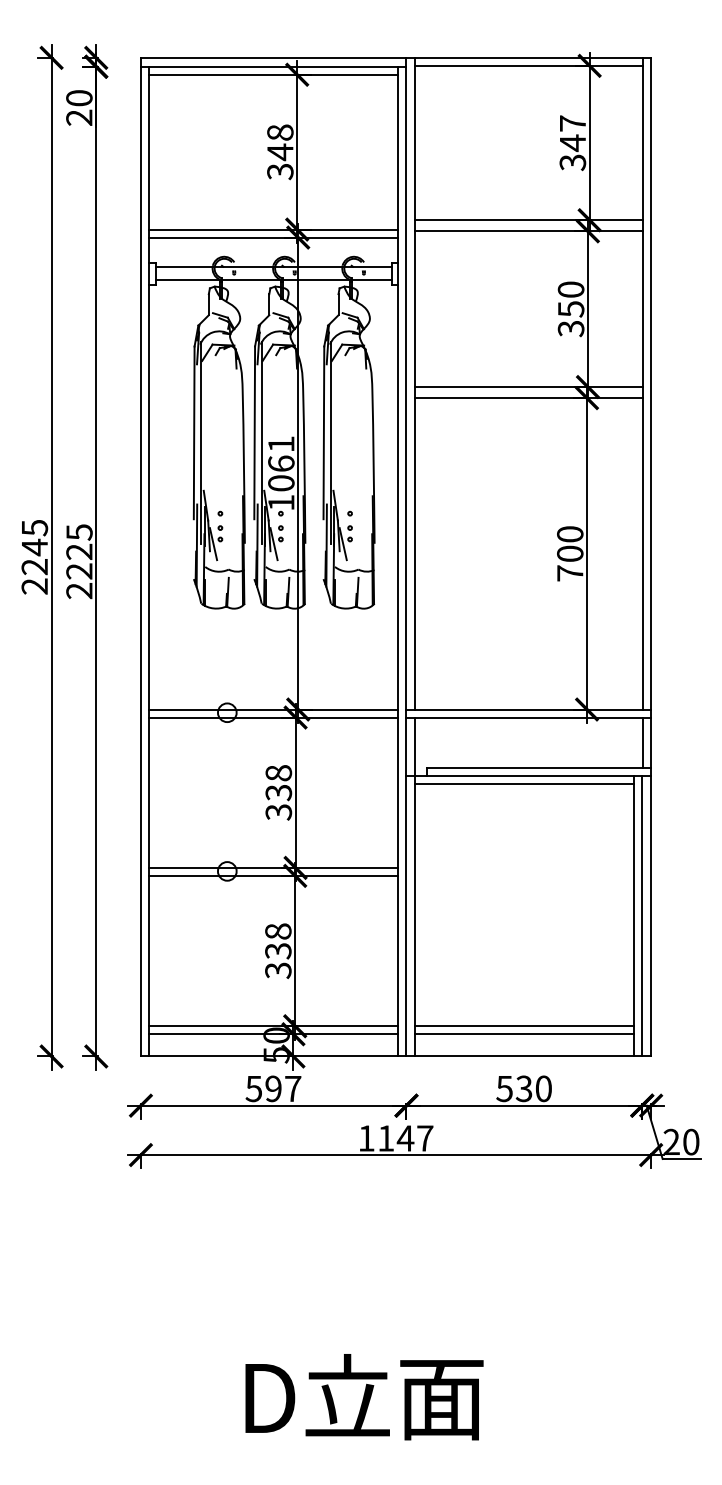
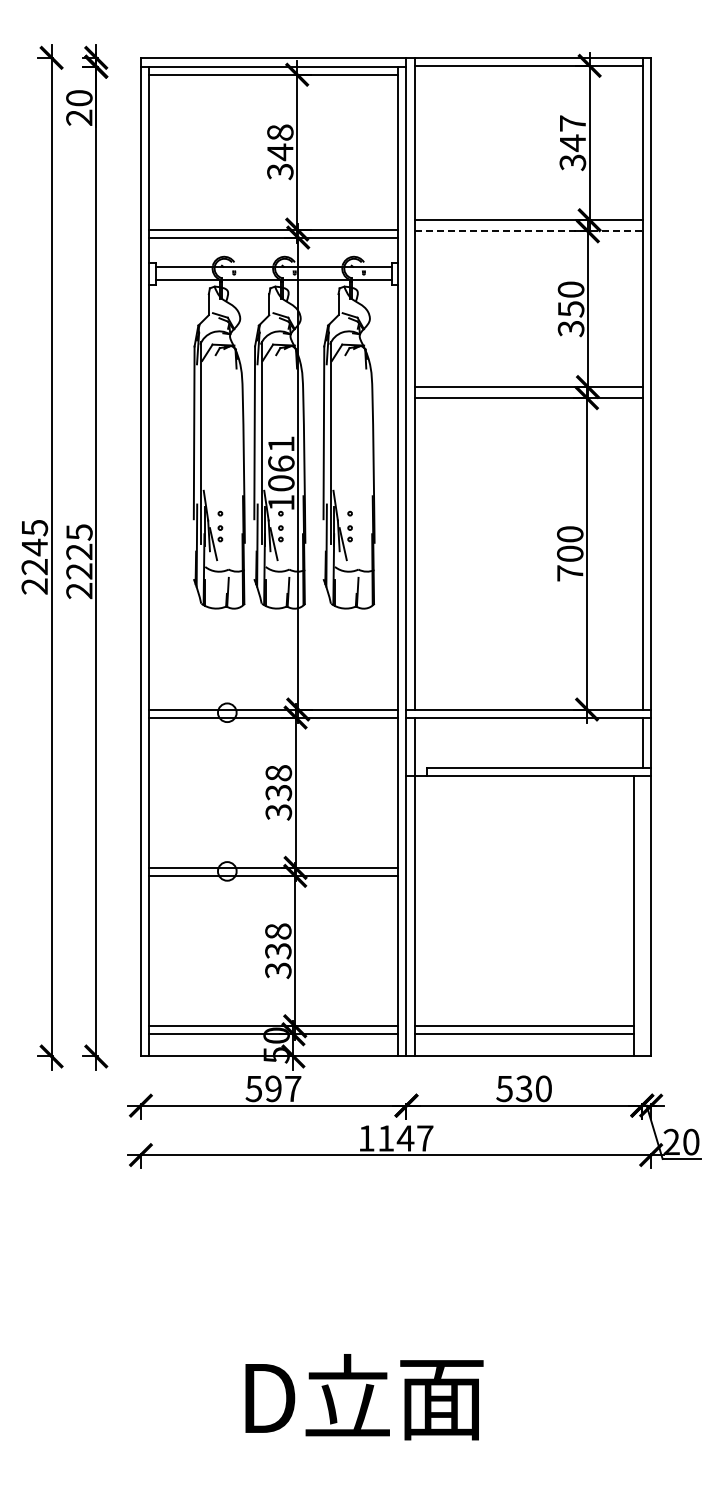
line at (529, 231): solid -> dashed
line at (524, 784): present -> none
line at (642, 916): present -> none
